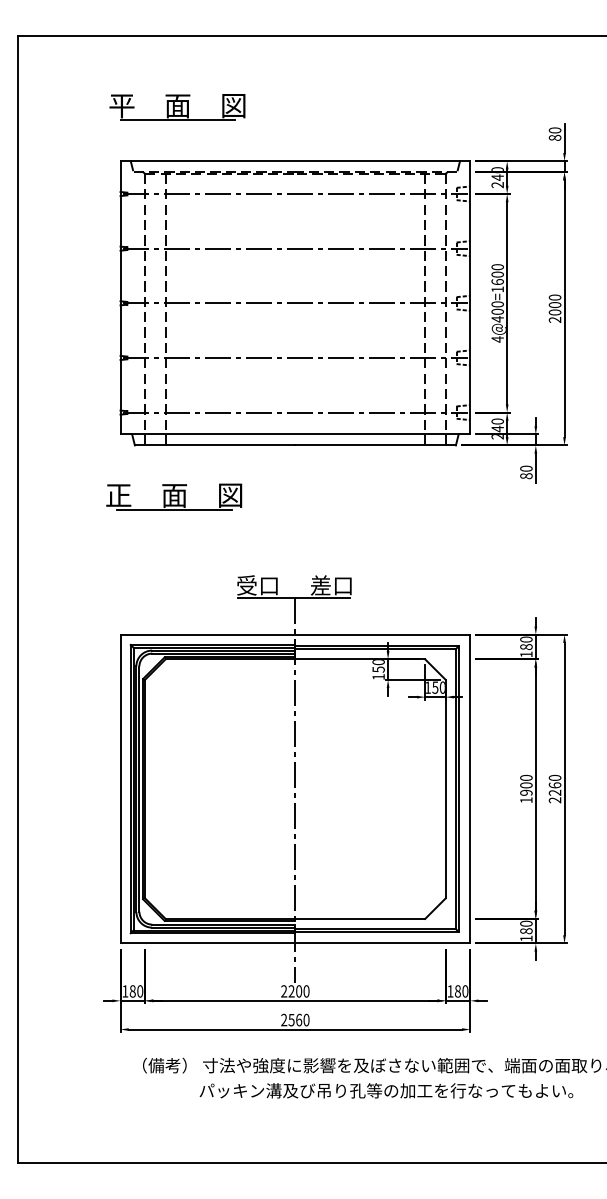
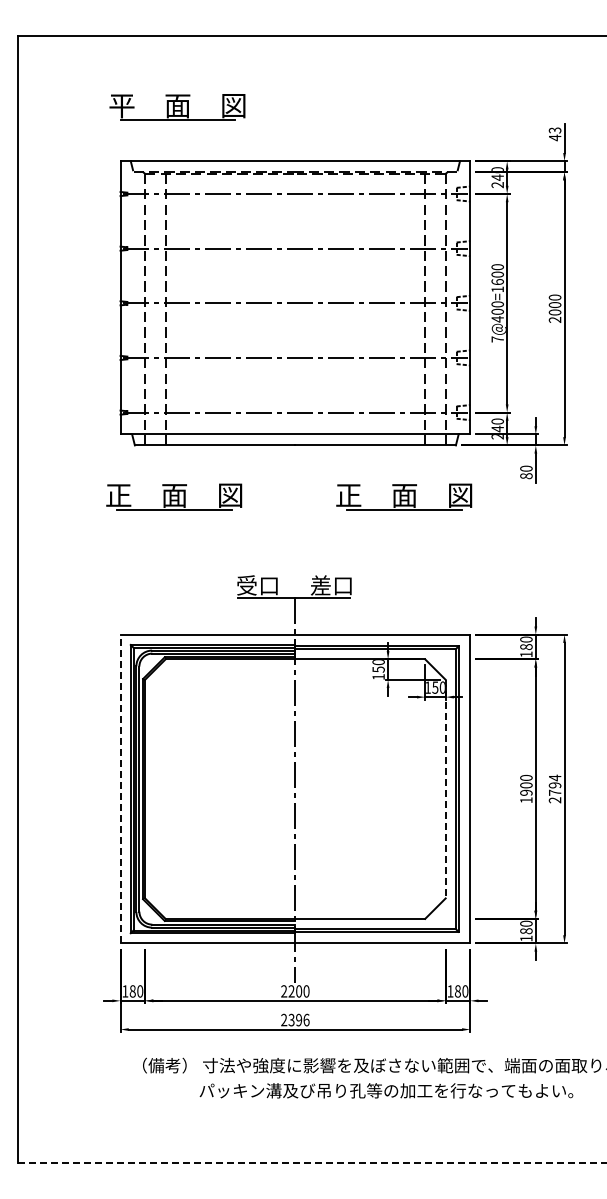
text at (554, 134): 80 -> 43
text at (497, 339): 4@400=1600 -> 7@400=1600
part at (404, 496): none -> present
text at (554, 784): 2260 -> 2794
line at (120, 788): solid -> dashed
line at (445, 789): solid -> dashed
text at (298, 1019): 2560 -> 2396
line at (312, 1163): solid -> dashed
